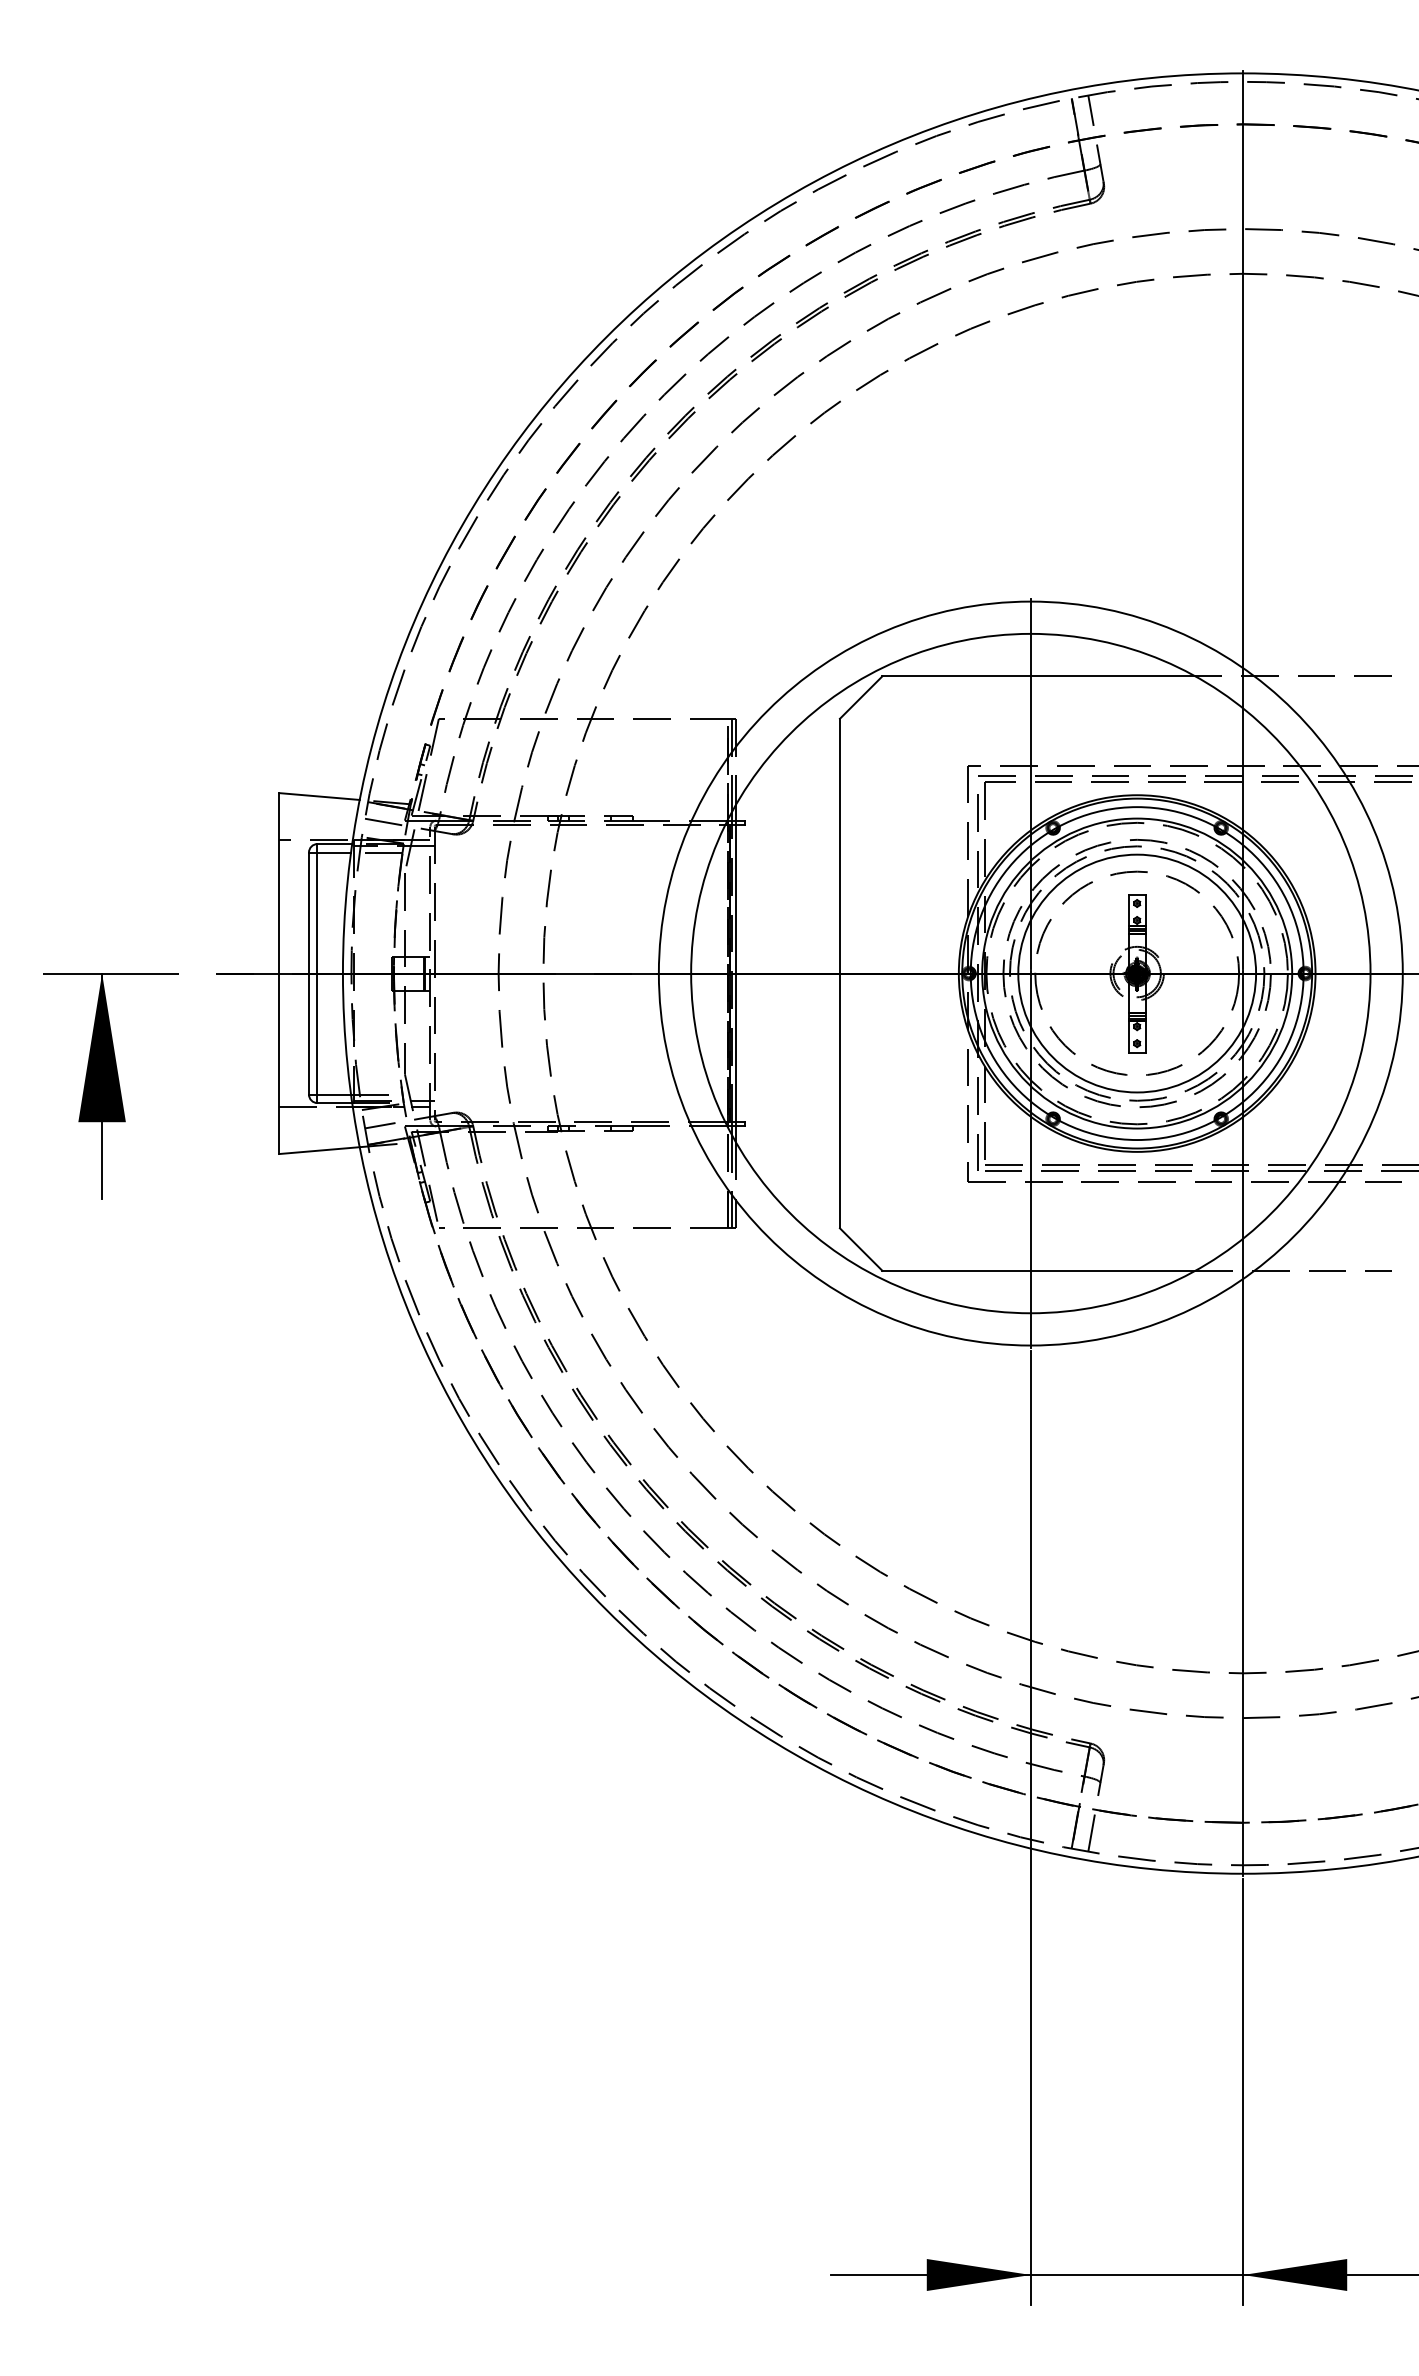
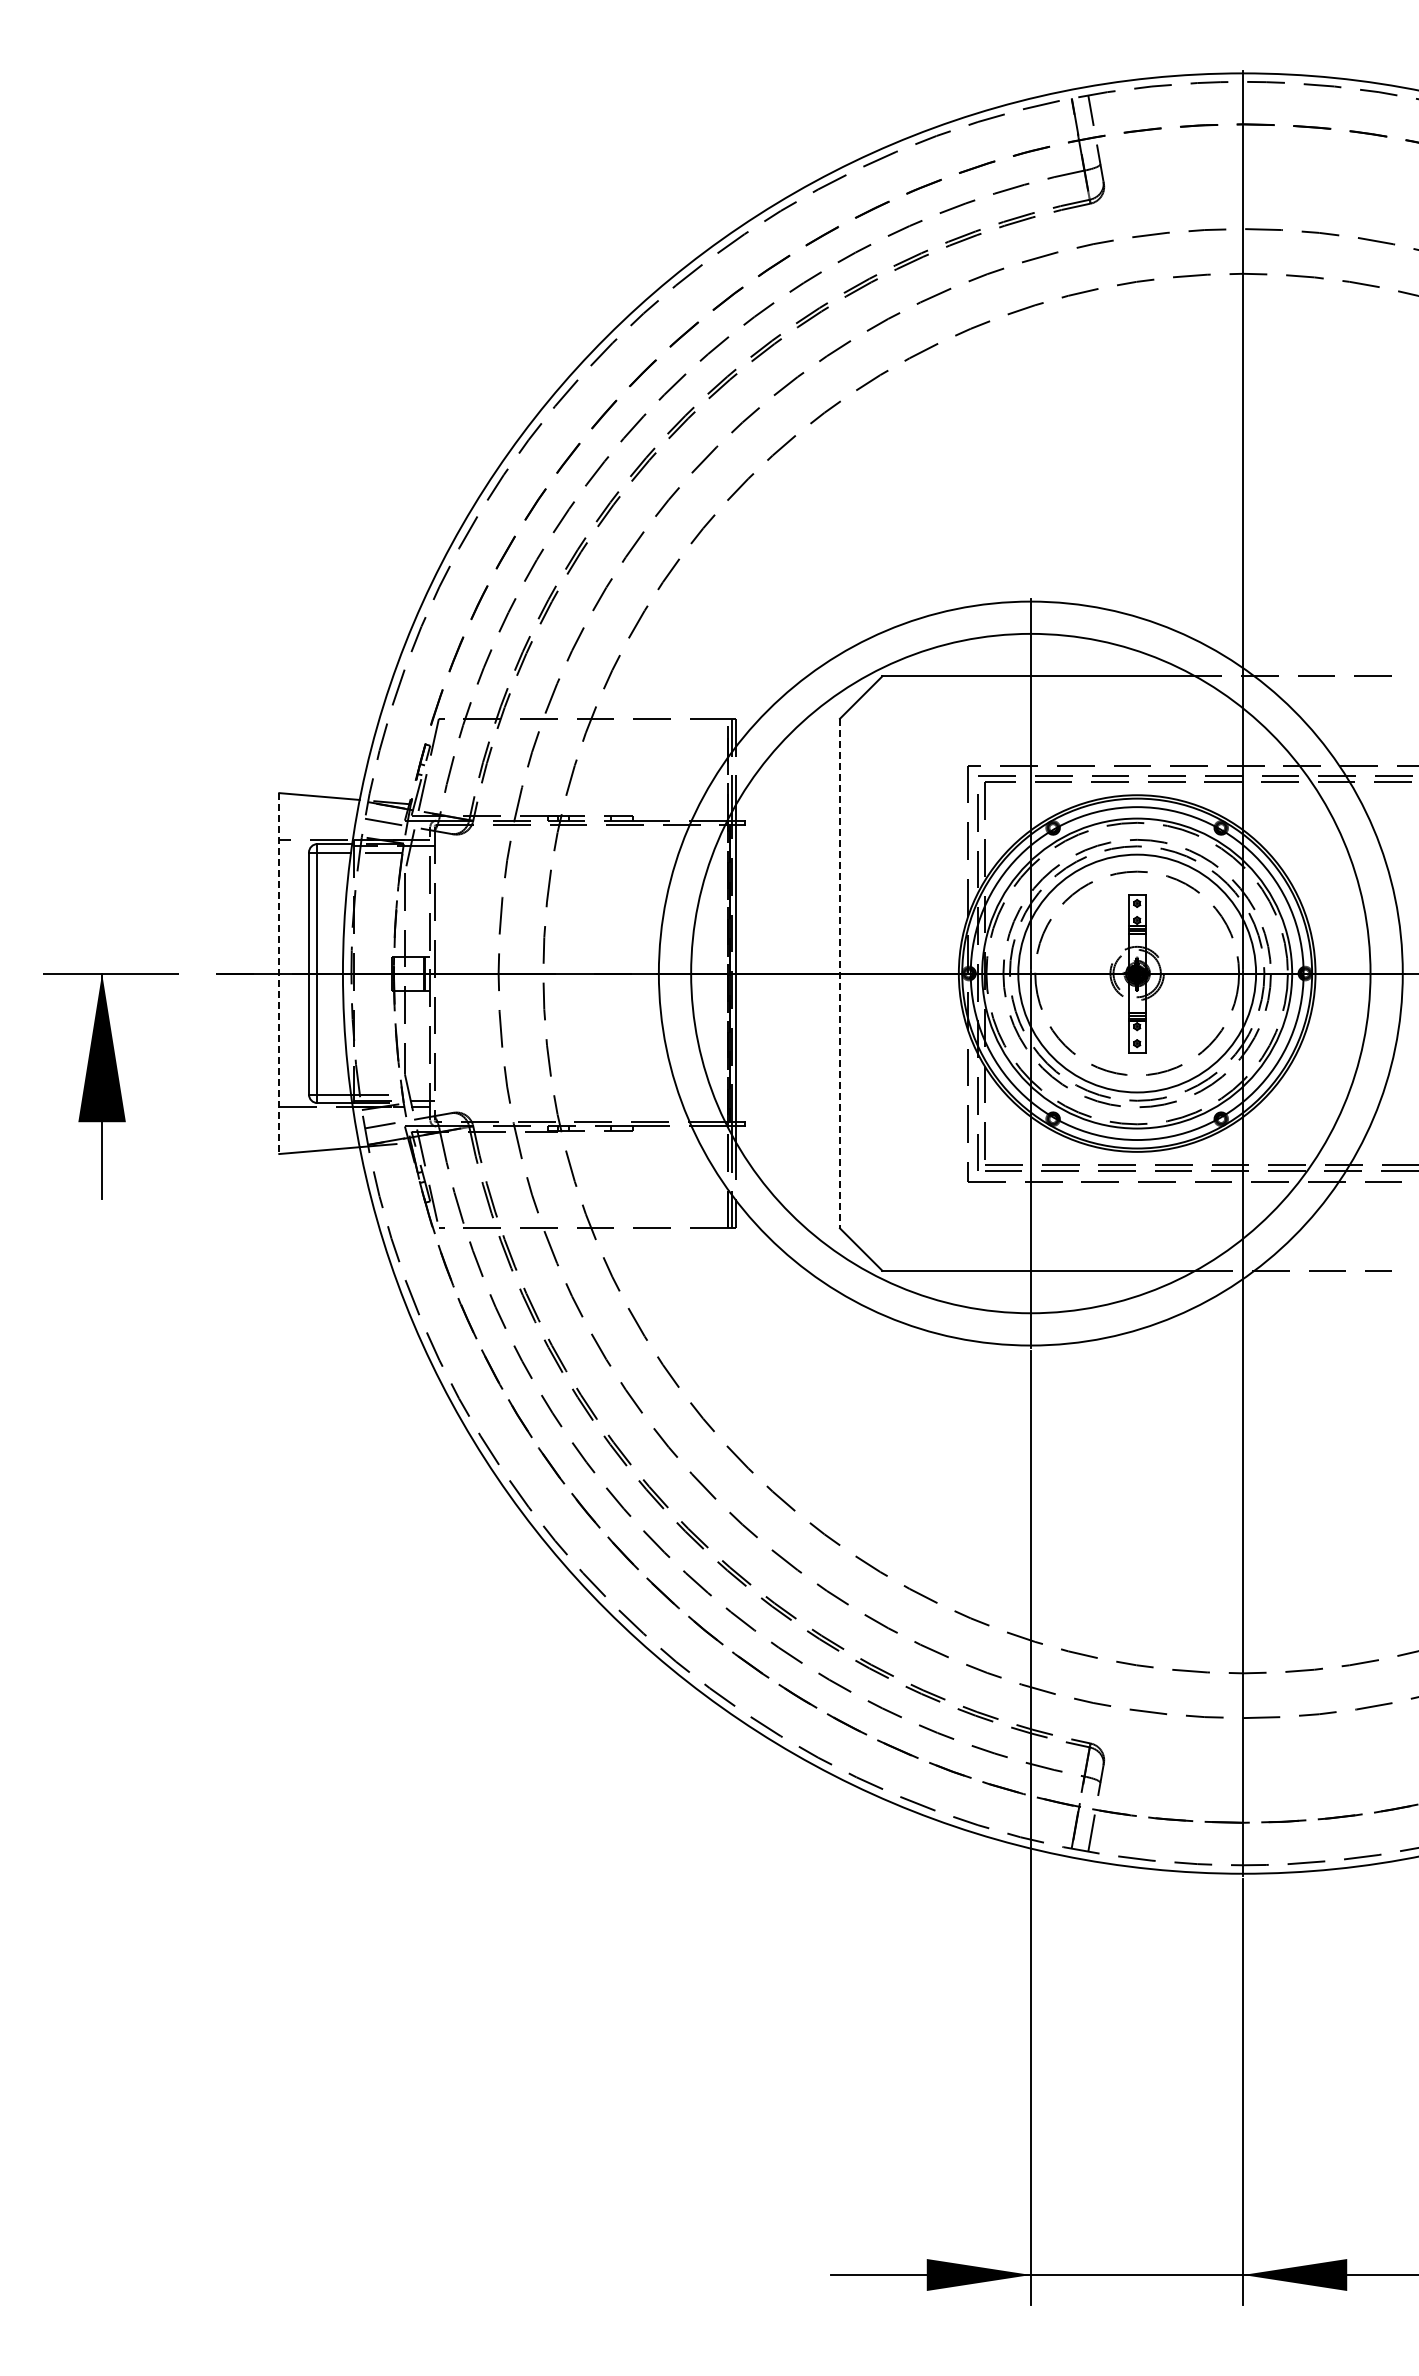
line at (839, 973): solid -> dashed
line at (279, 974): solid -> dashed
